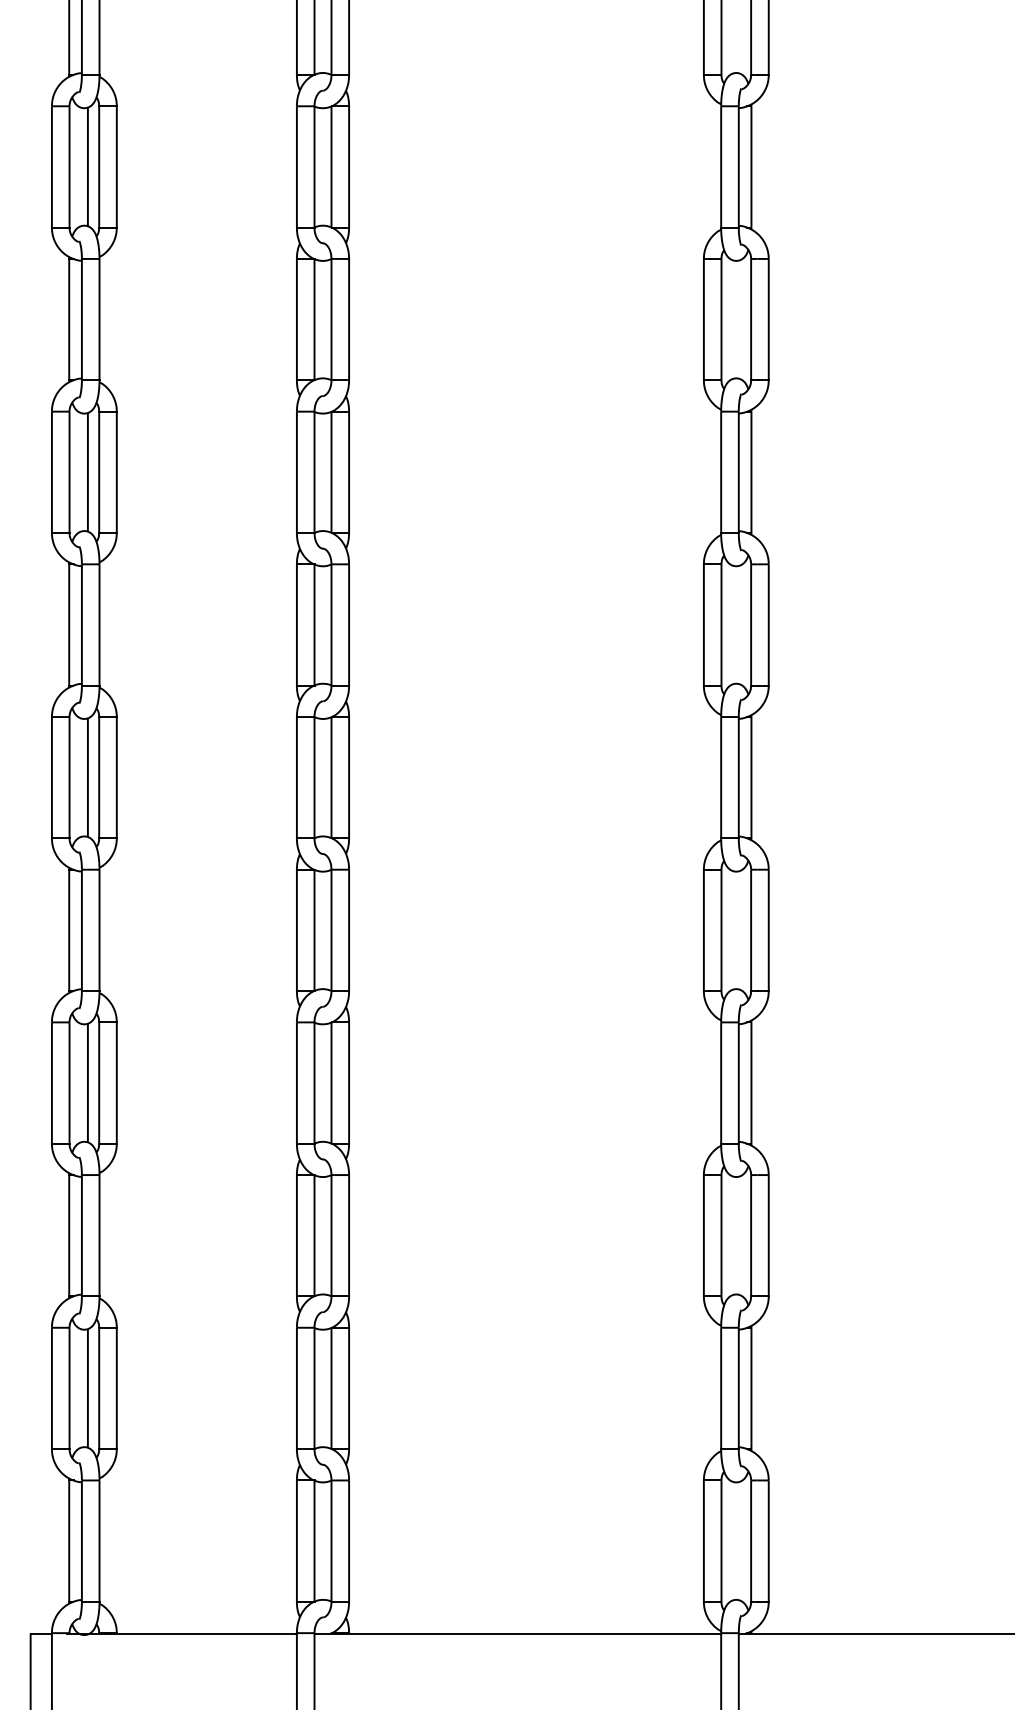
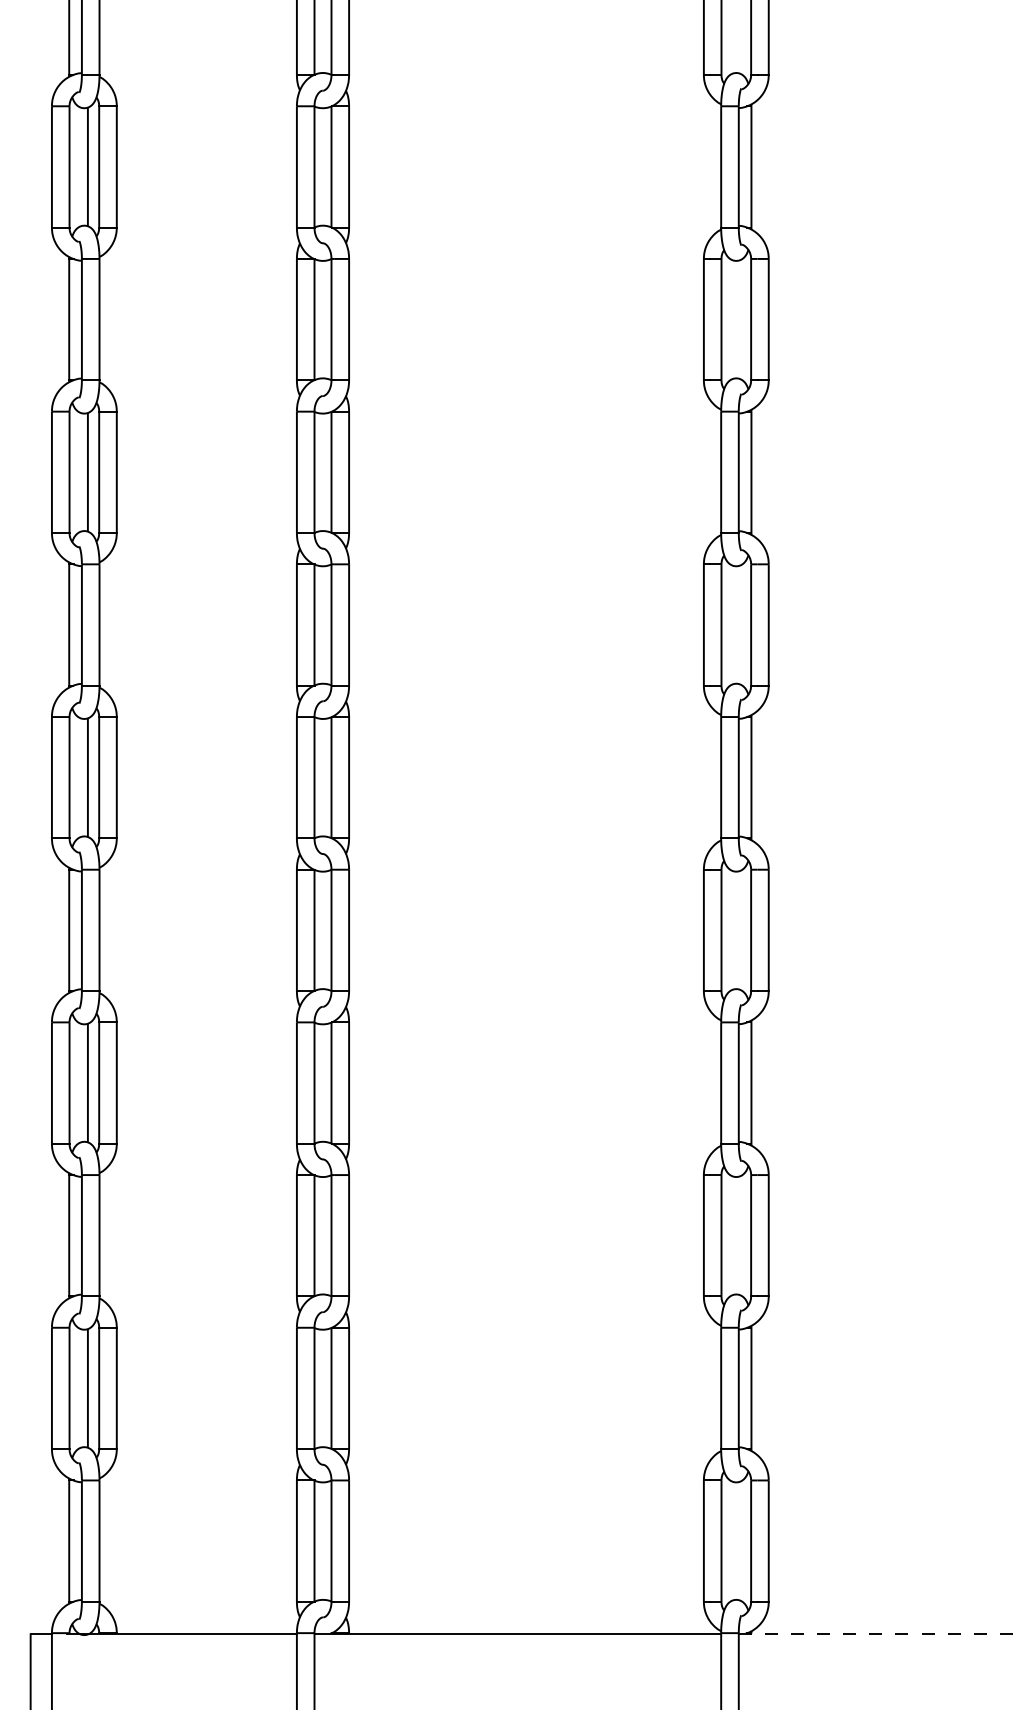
line at (876, 1633): solid -> dashed
